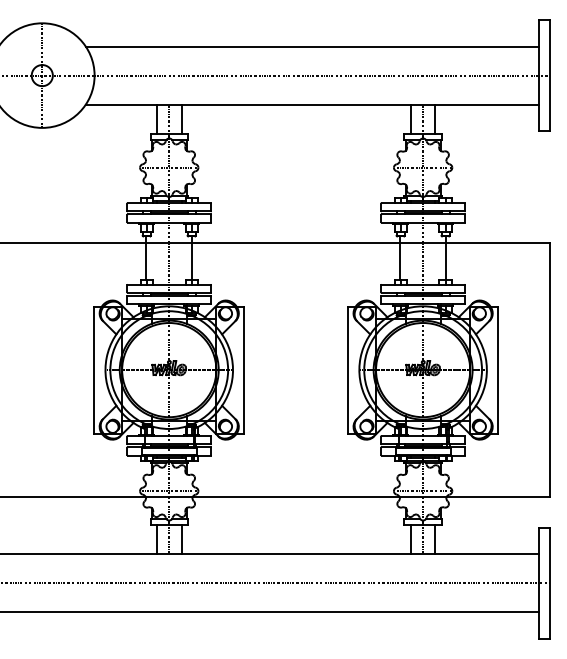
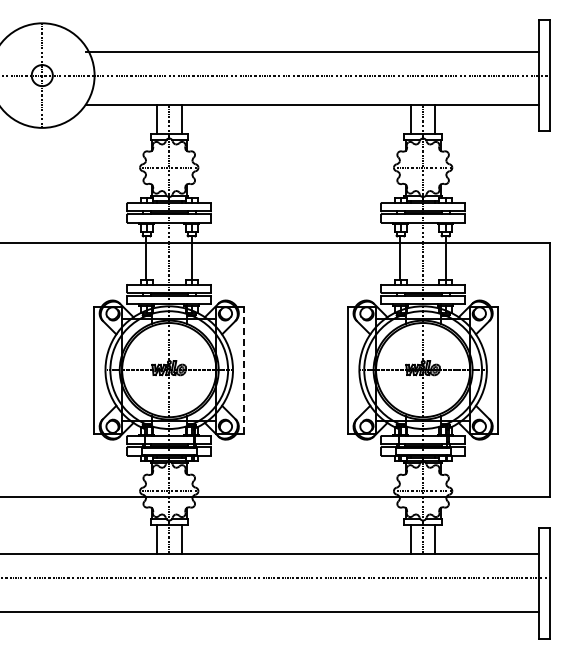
line at (311, 46) position: (311, 46) -> (311, 51)
line at (244, 369): solid -> dashed
line at (276, 583) position: (276, 583) -> (276, 578)
